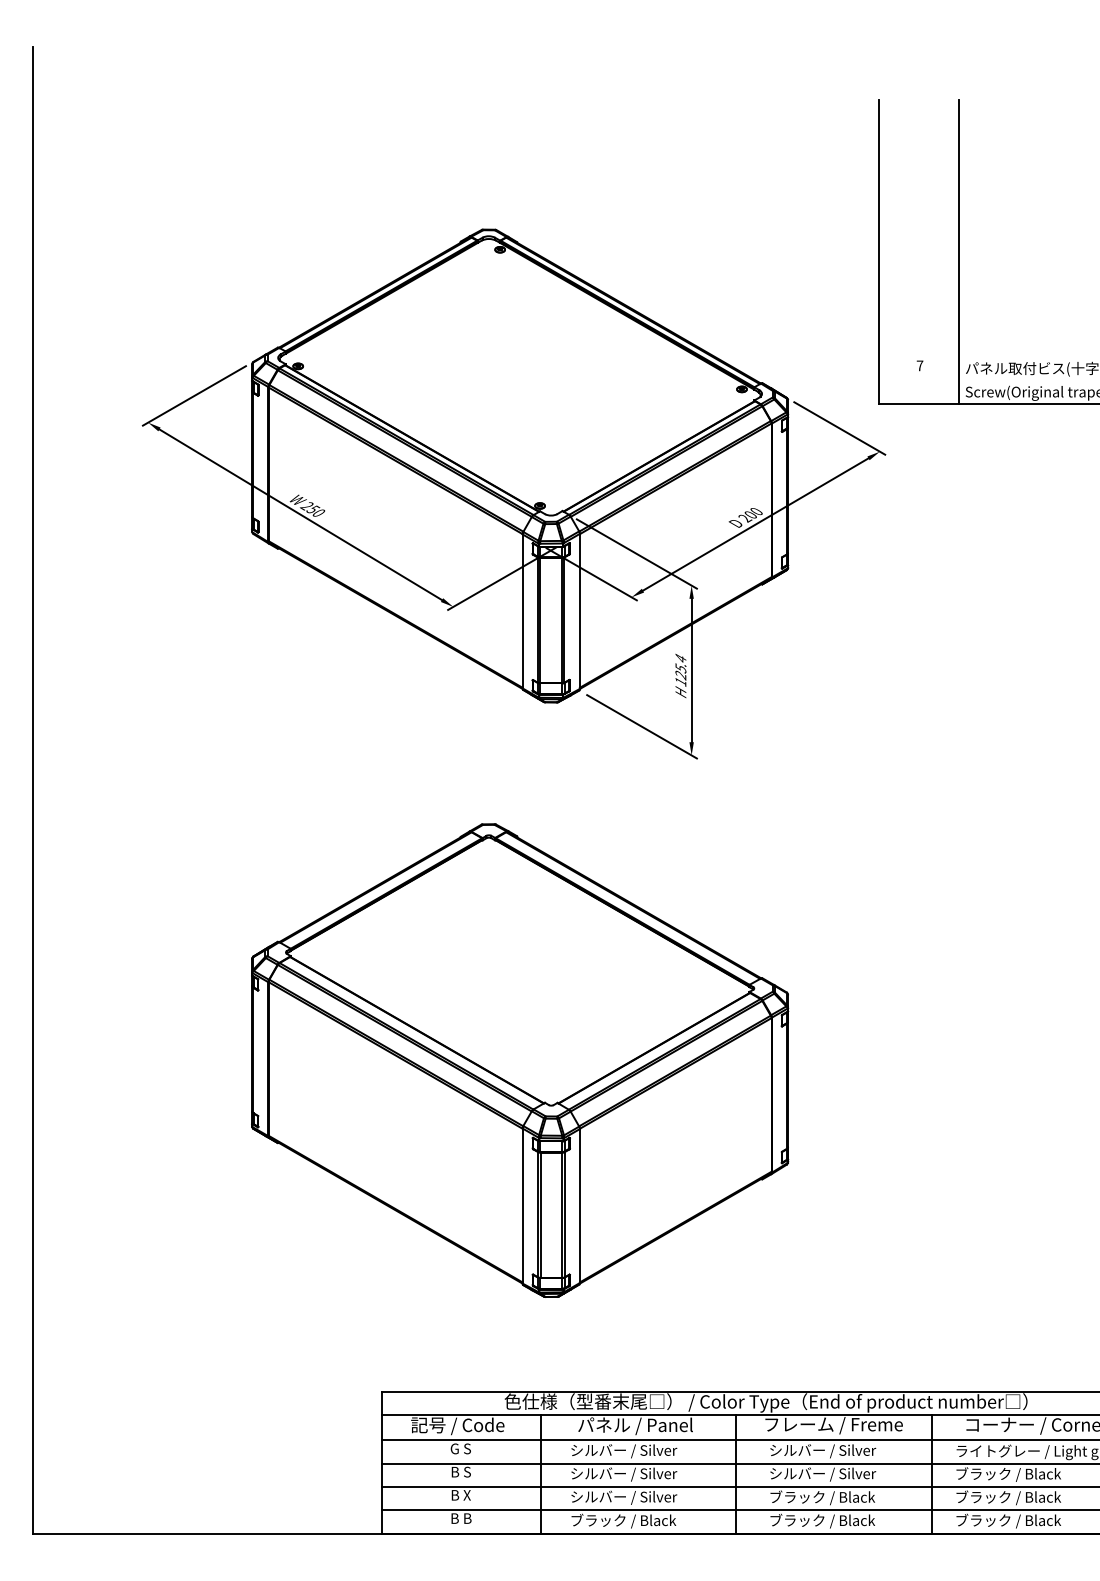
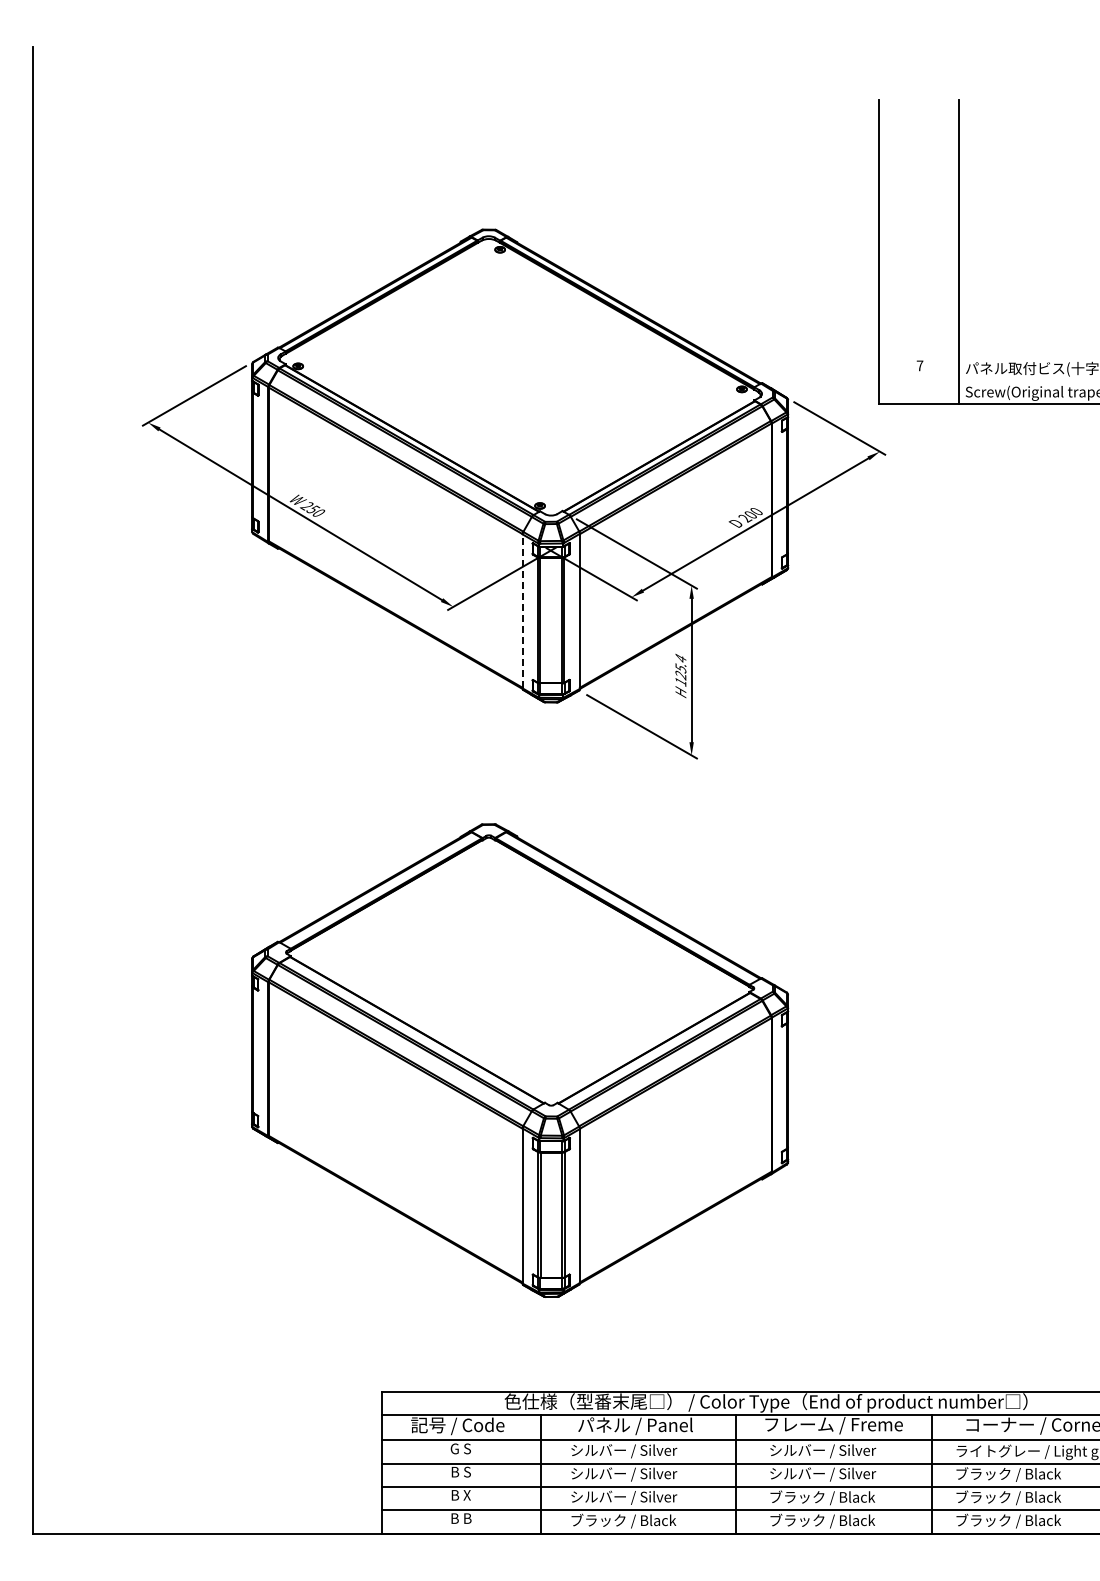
line at (522, 611): solid -> dashed
